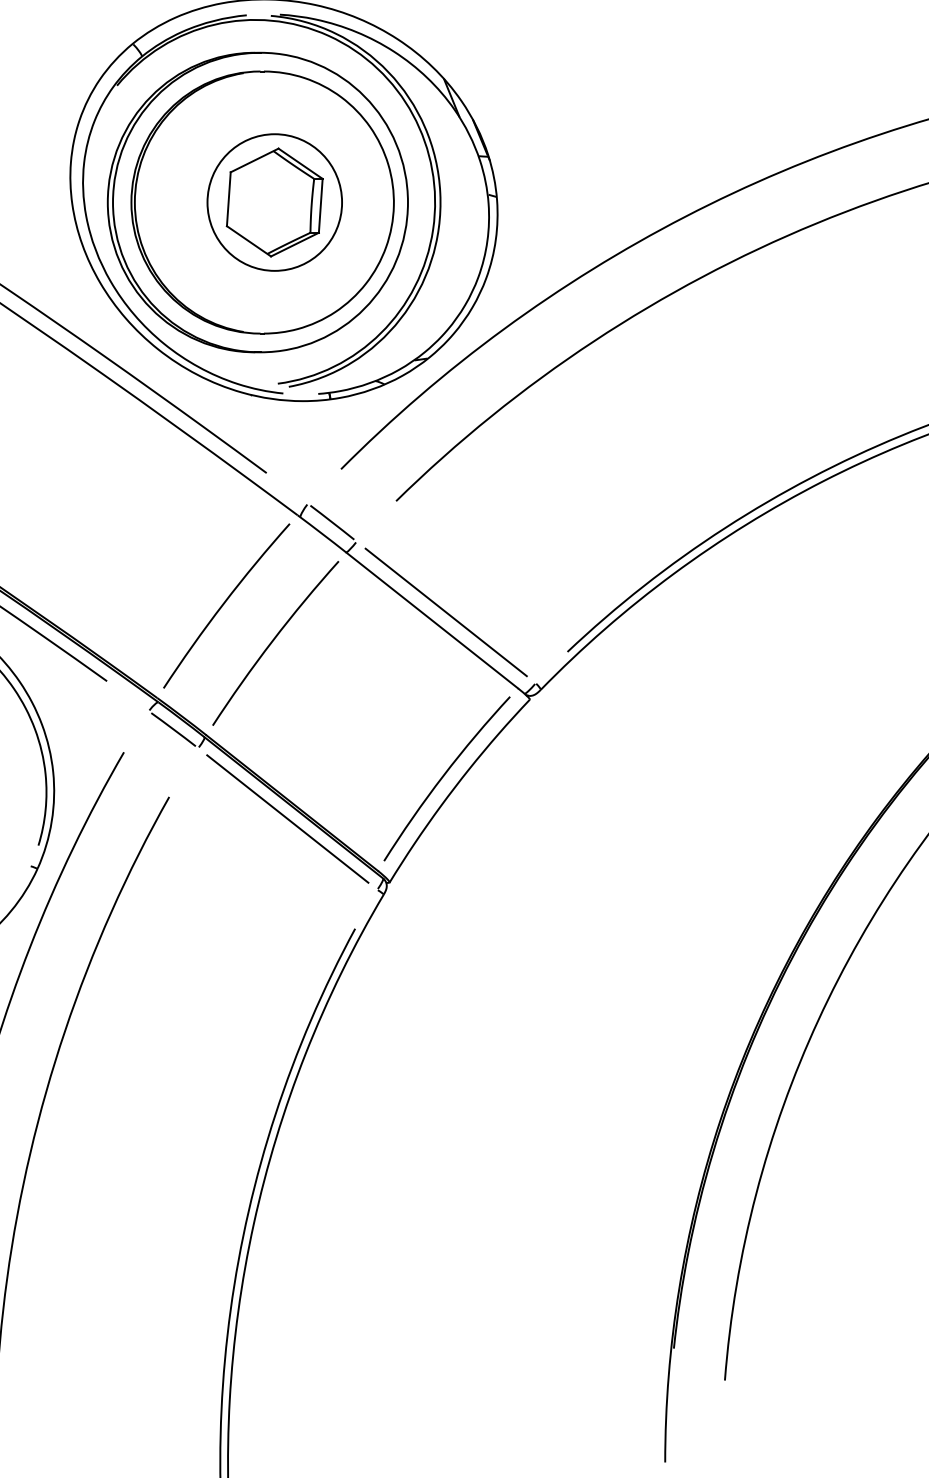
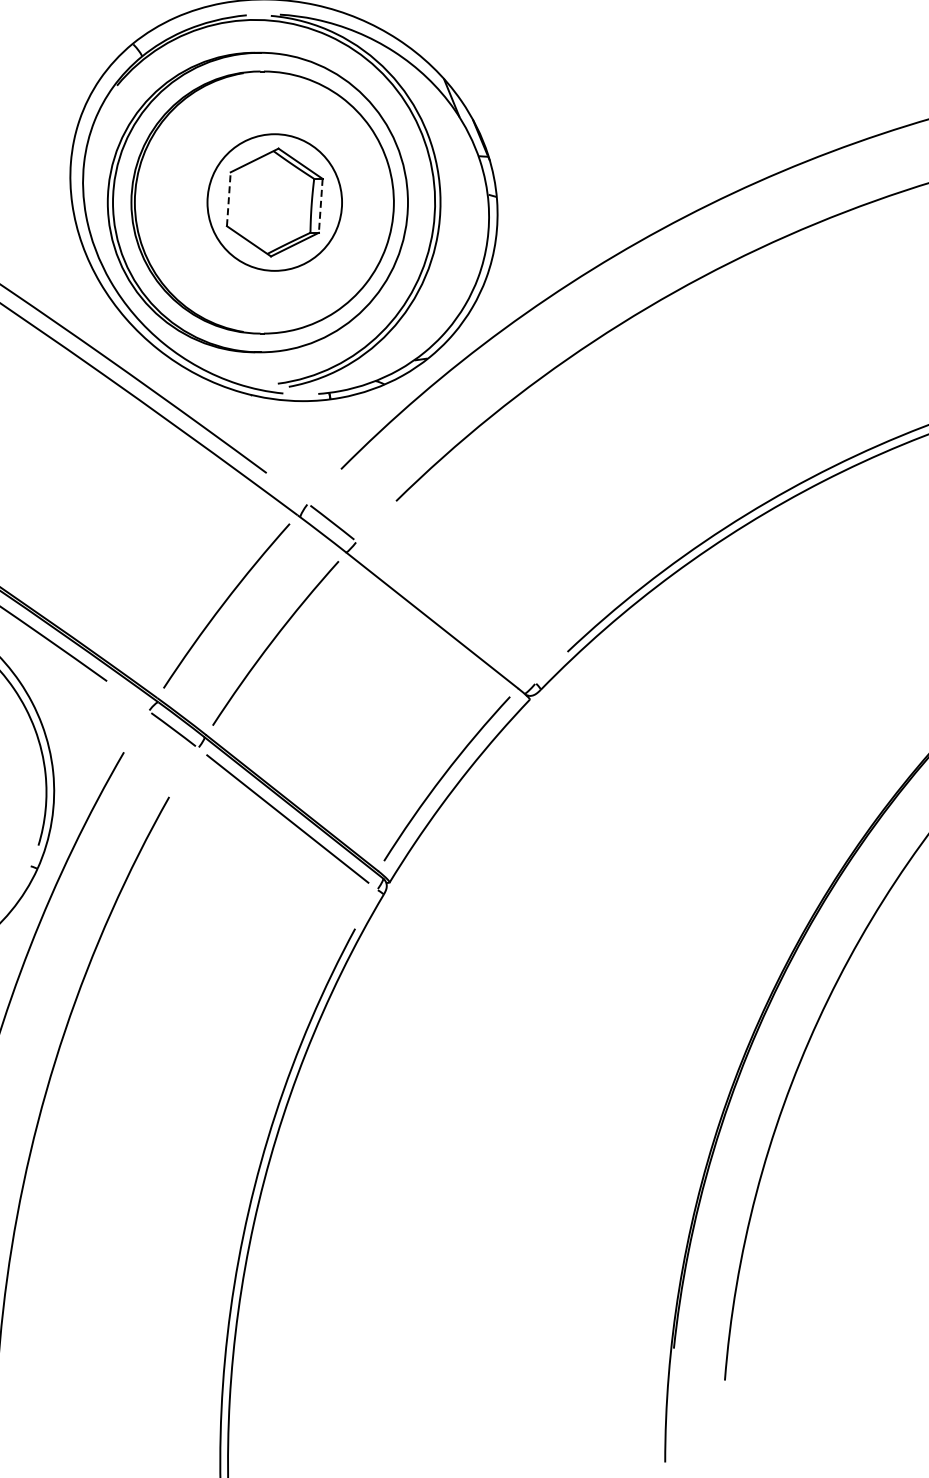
line at (228, 198): solid -> dashed
line at (320, 206): solid -> dashed
line at (445, 612): present -> none
